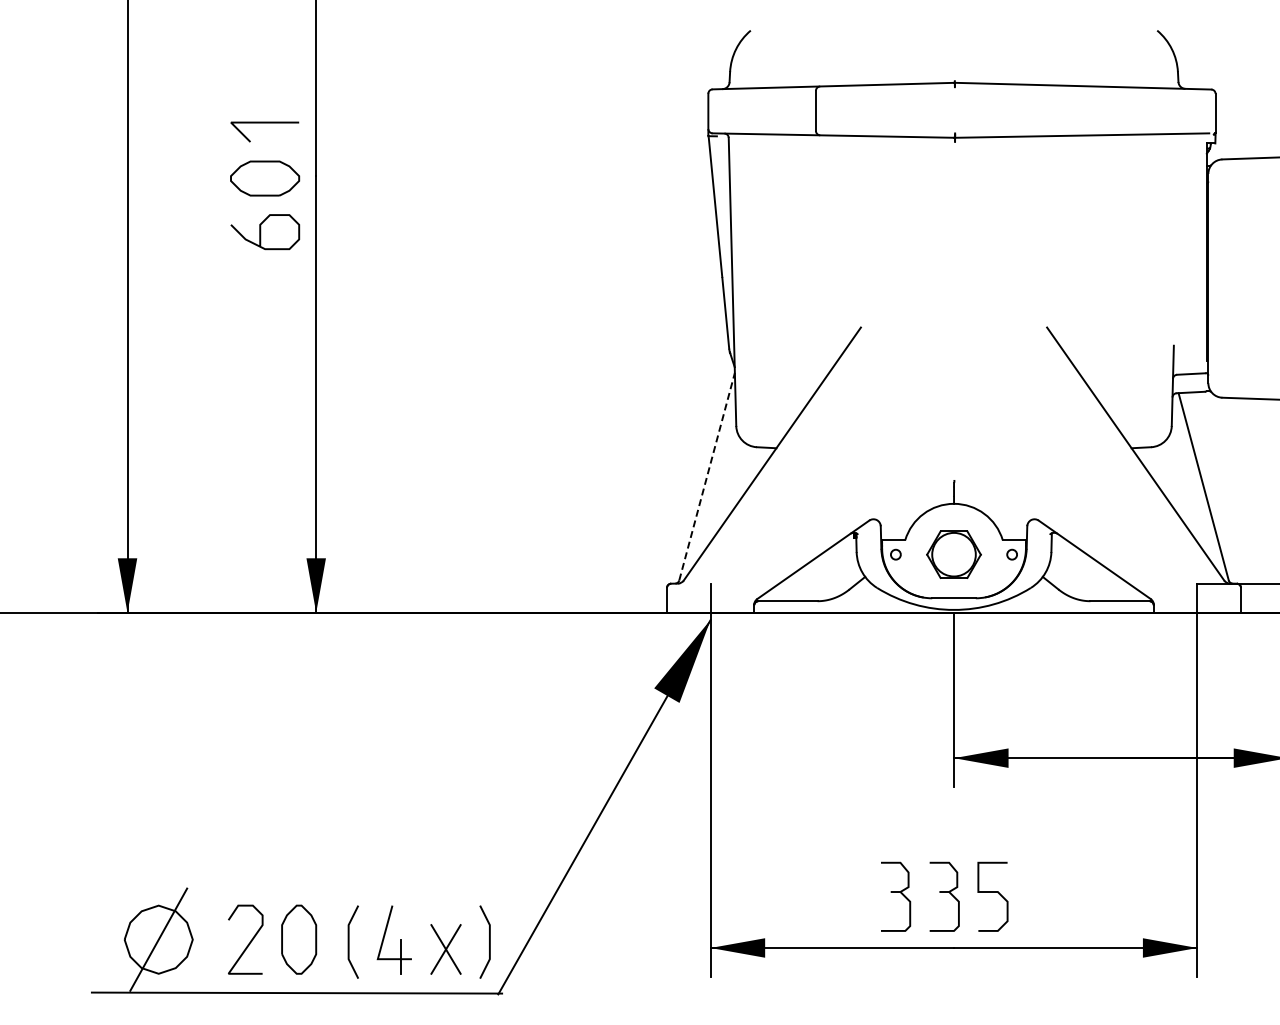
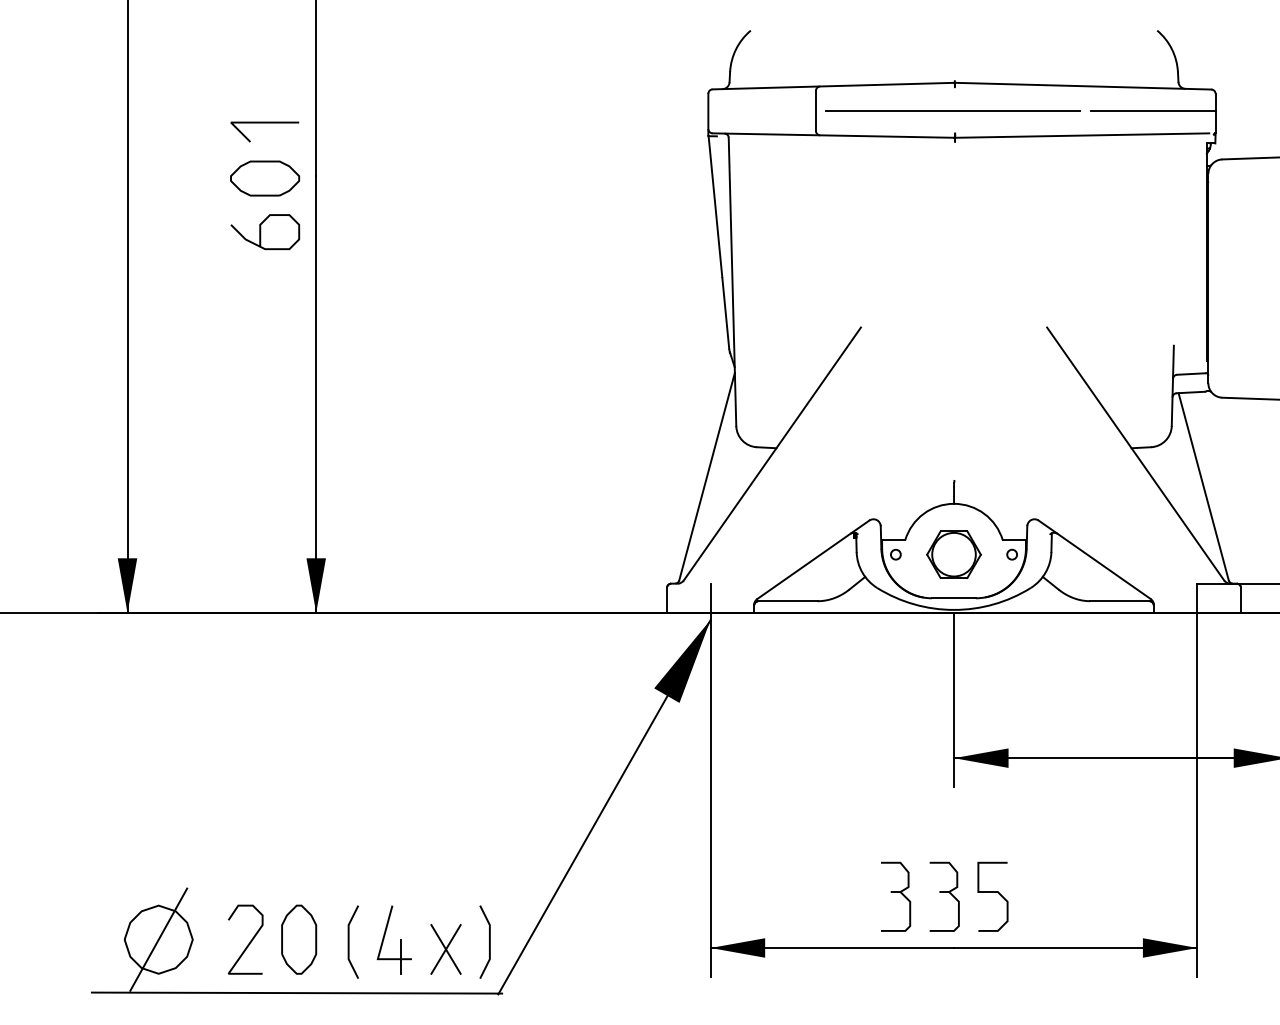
line at (952, 111): none -> present
line at (1152, 111): none -> present
line at (707, 476): dashed -> solid
